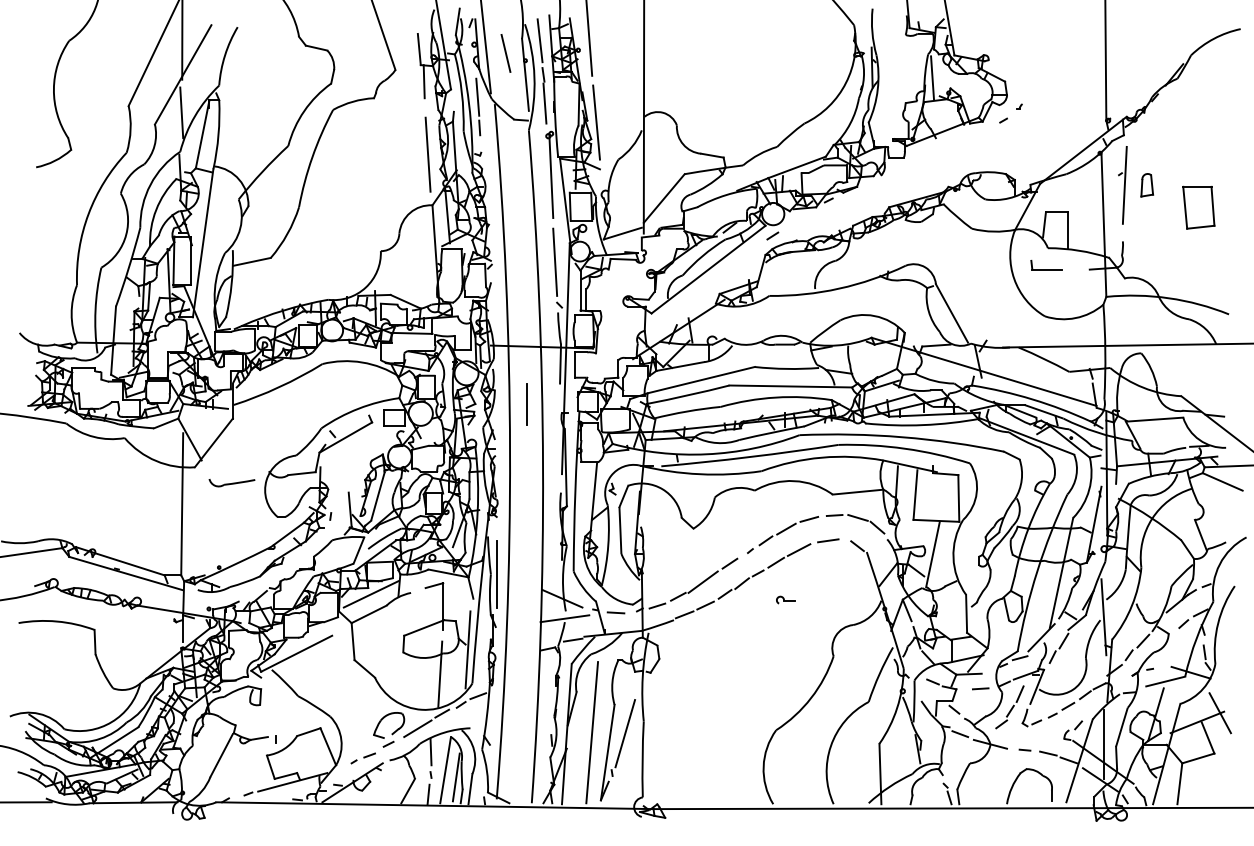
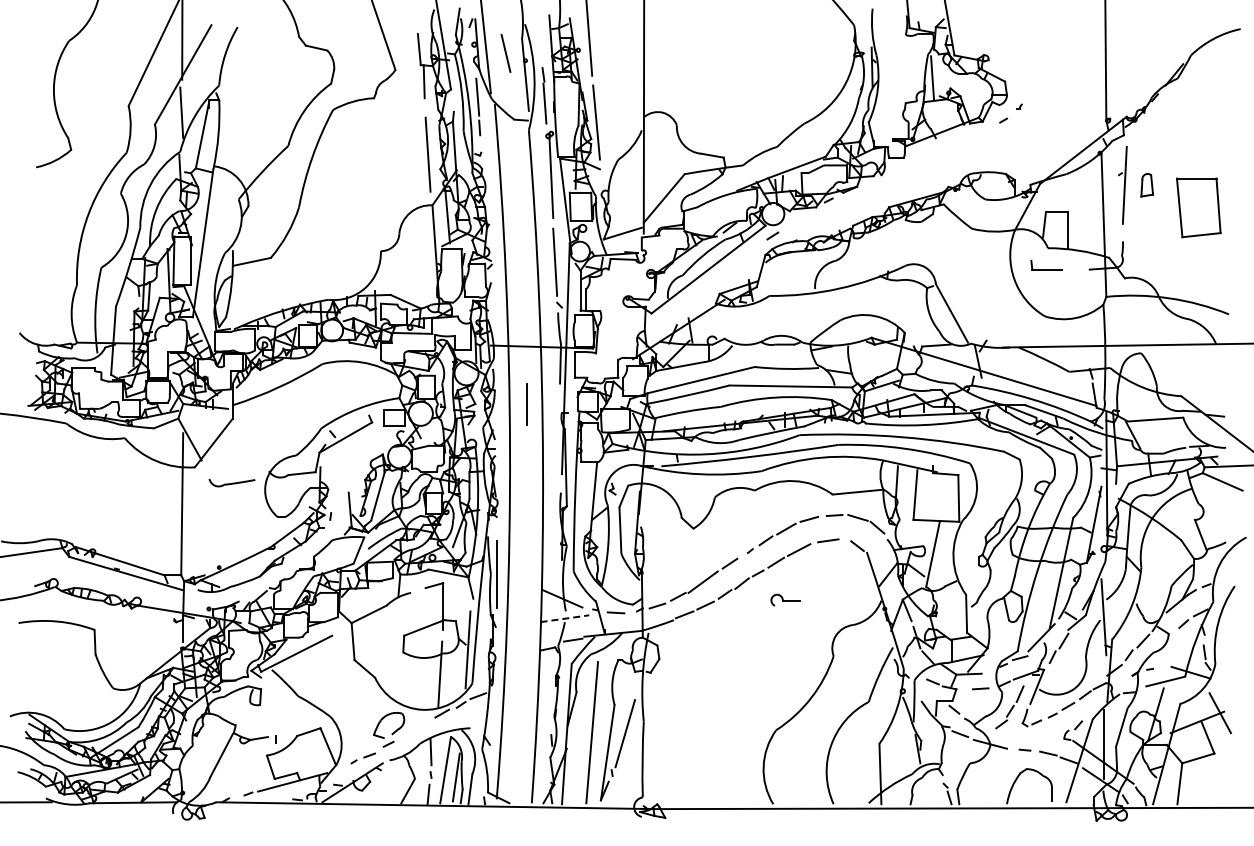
line at (539, 40): present -> none
part at (1198, 207) size: 34x45 px -> 46x62 px
line at (370, 594): present -> none
part at (785, 599) size: 20x10 px -> 31x14 px
line at (564, 618): solid -> dashed
line at (417, 728): present -> none
